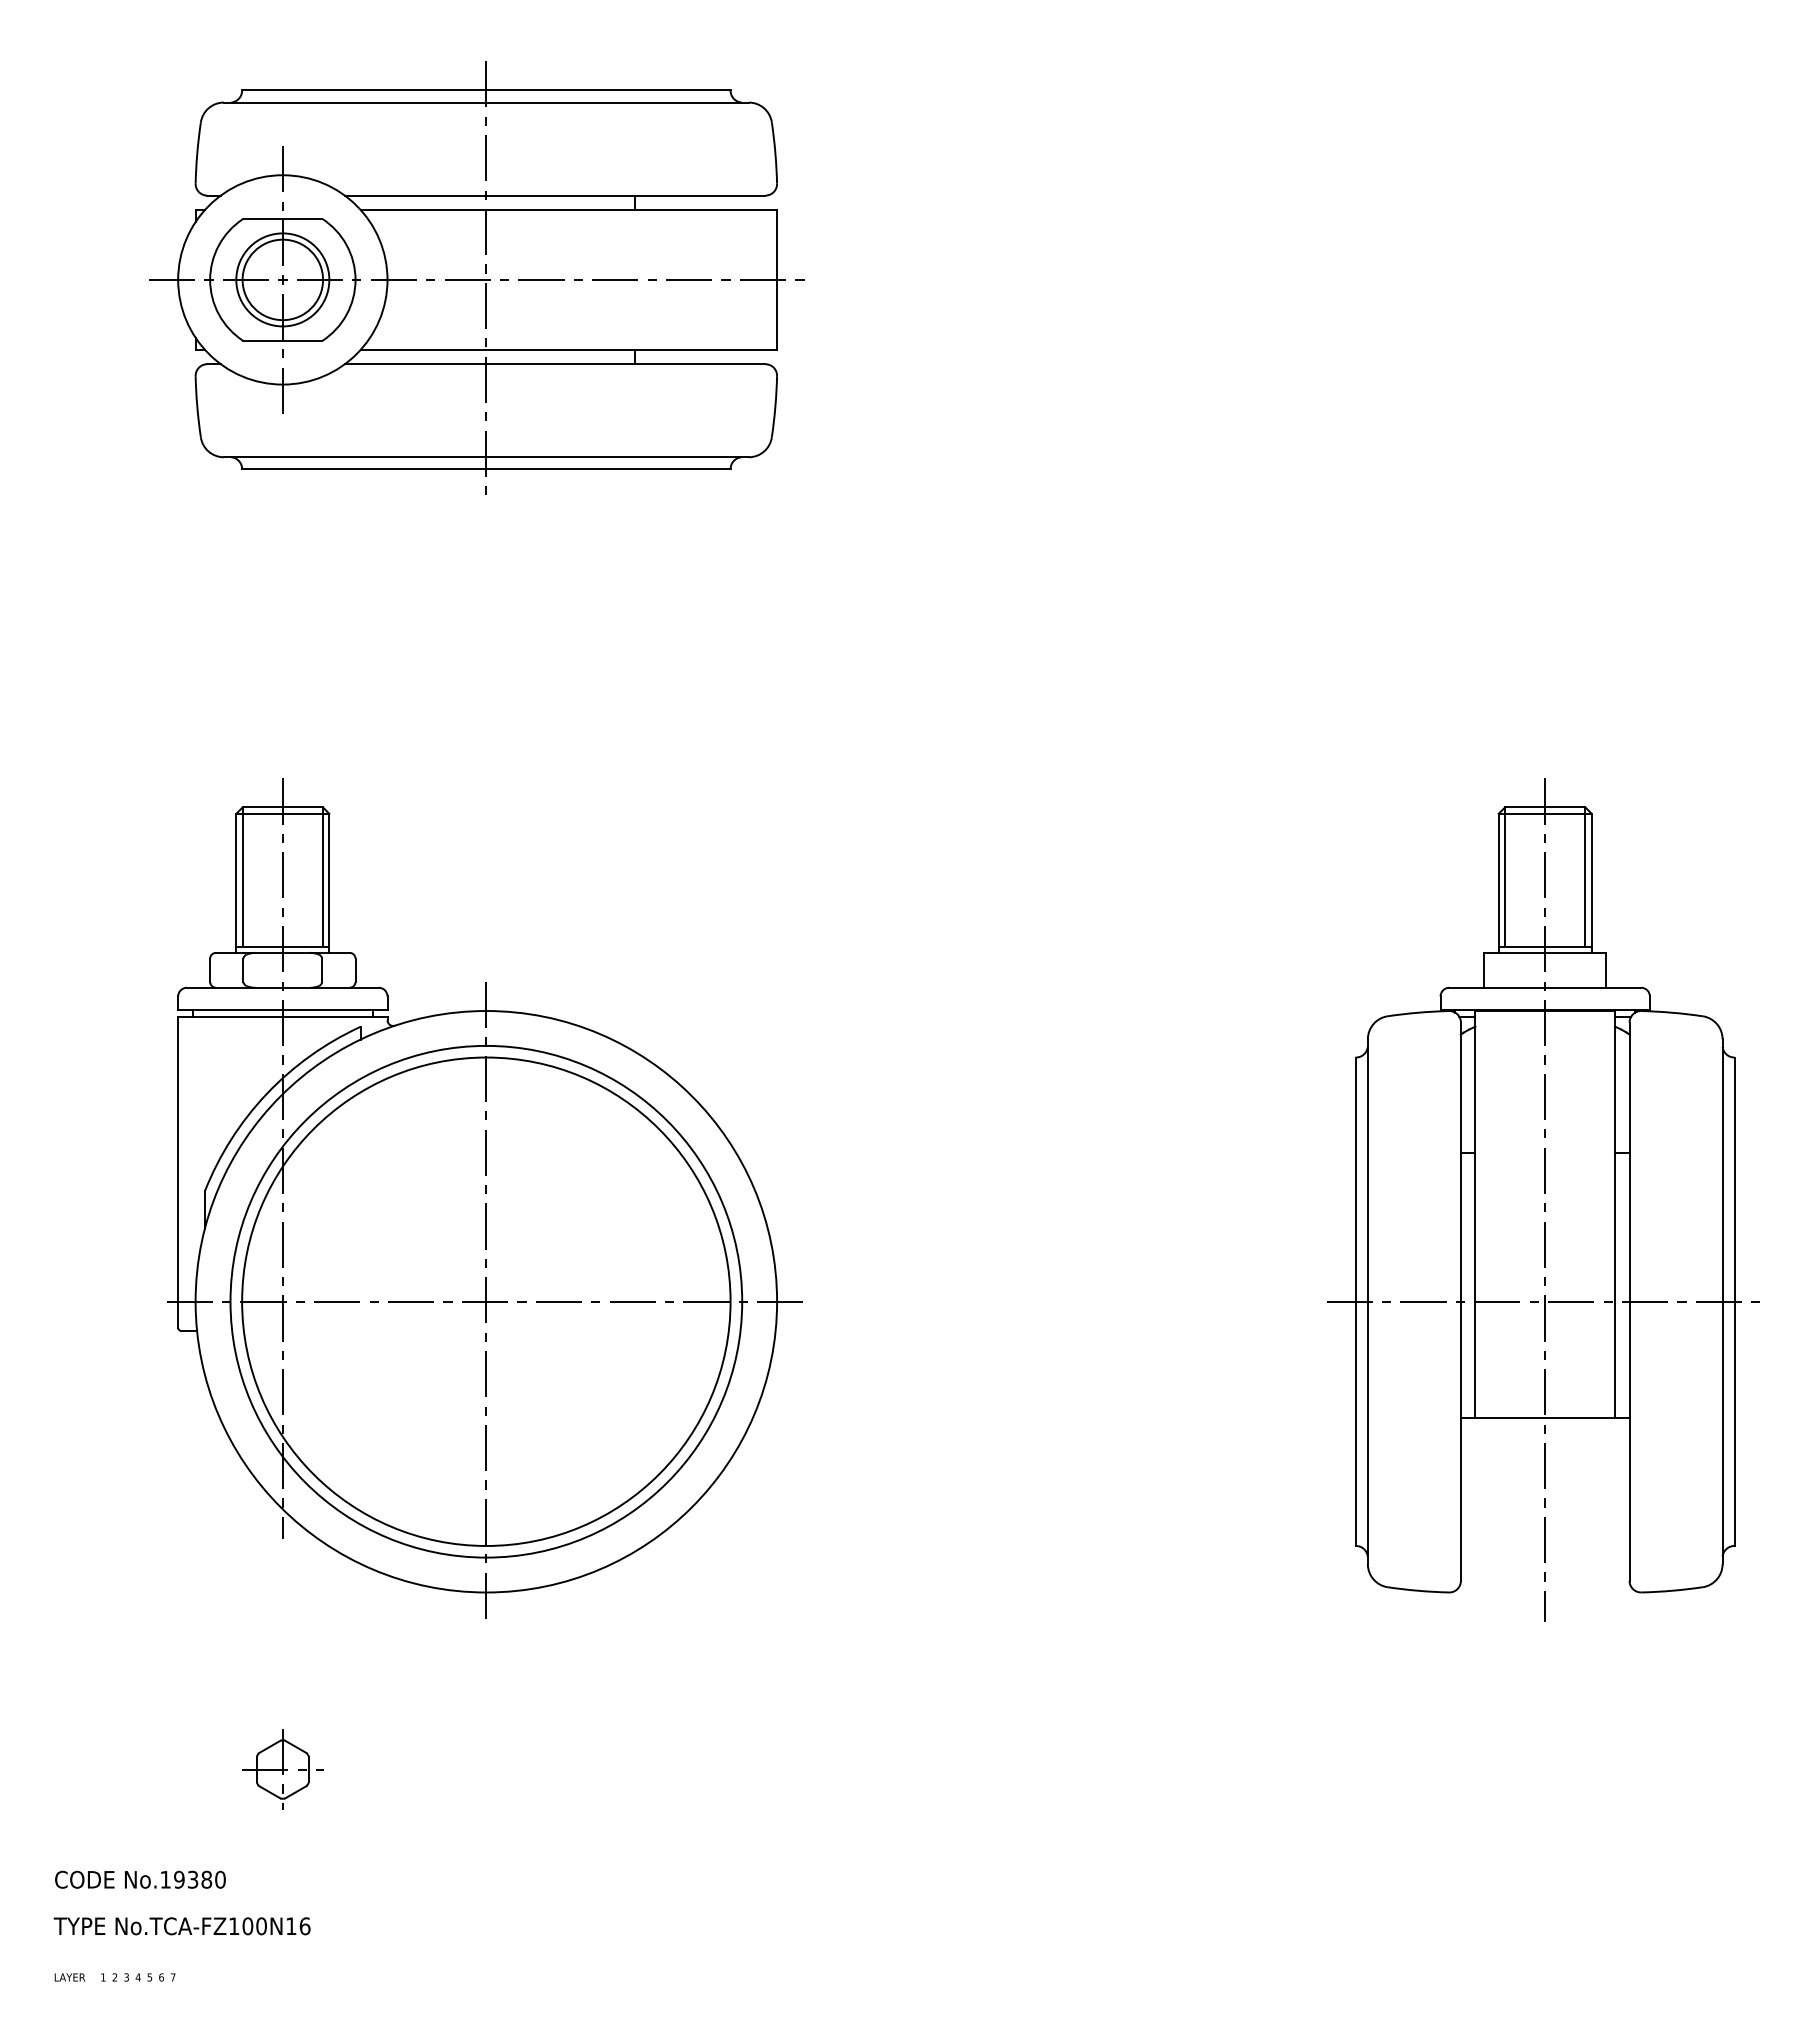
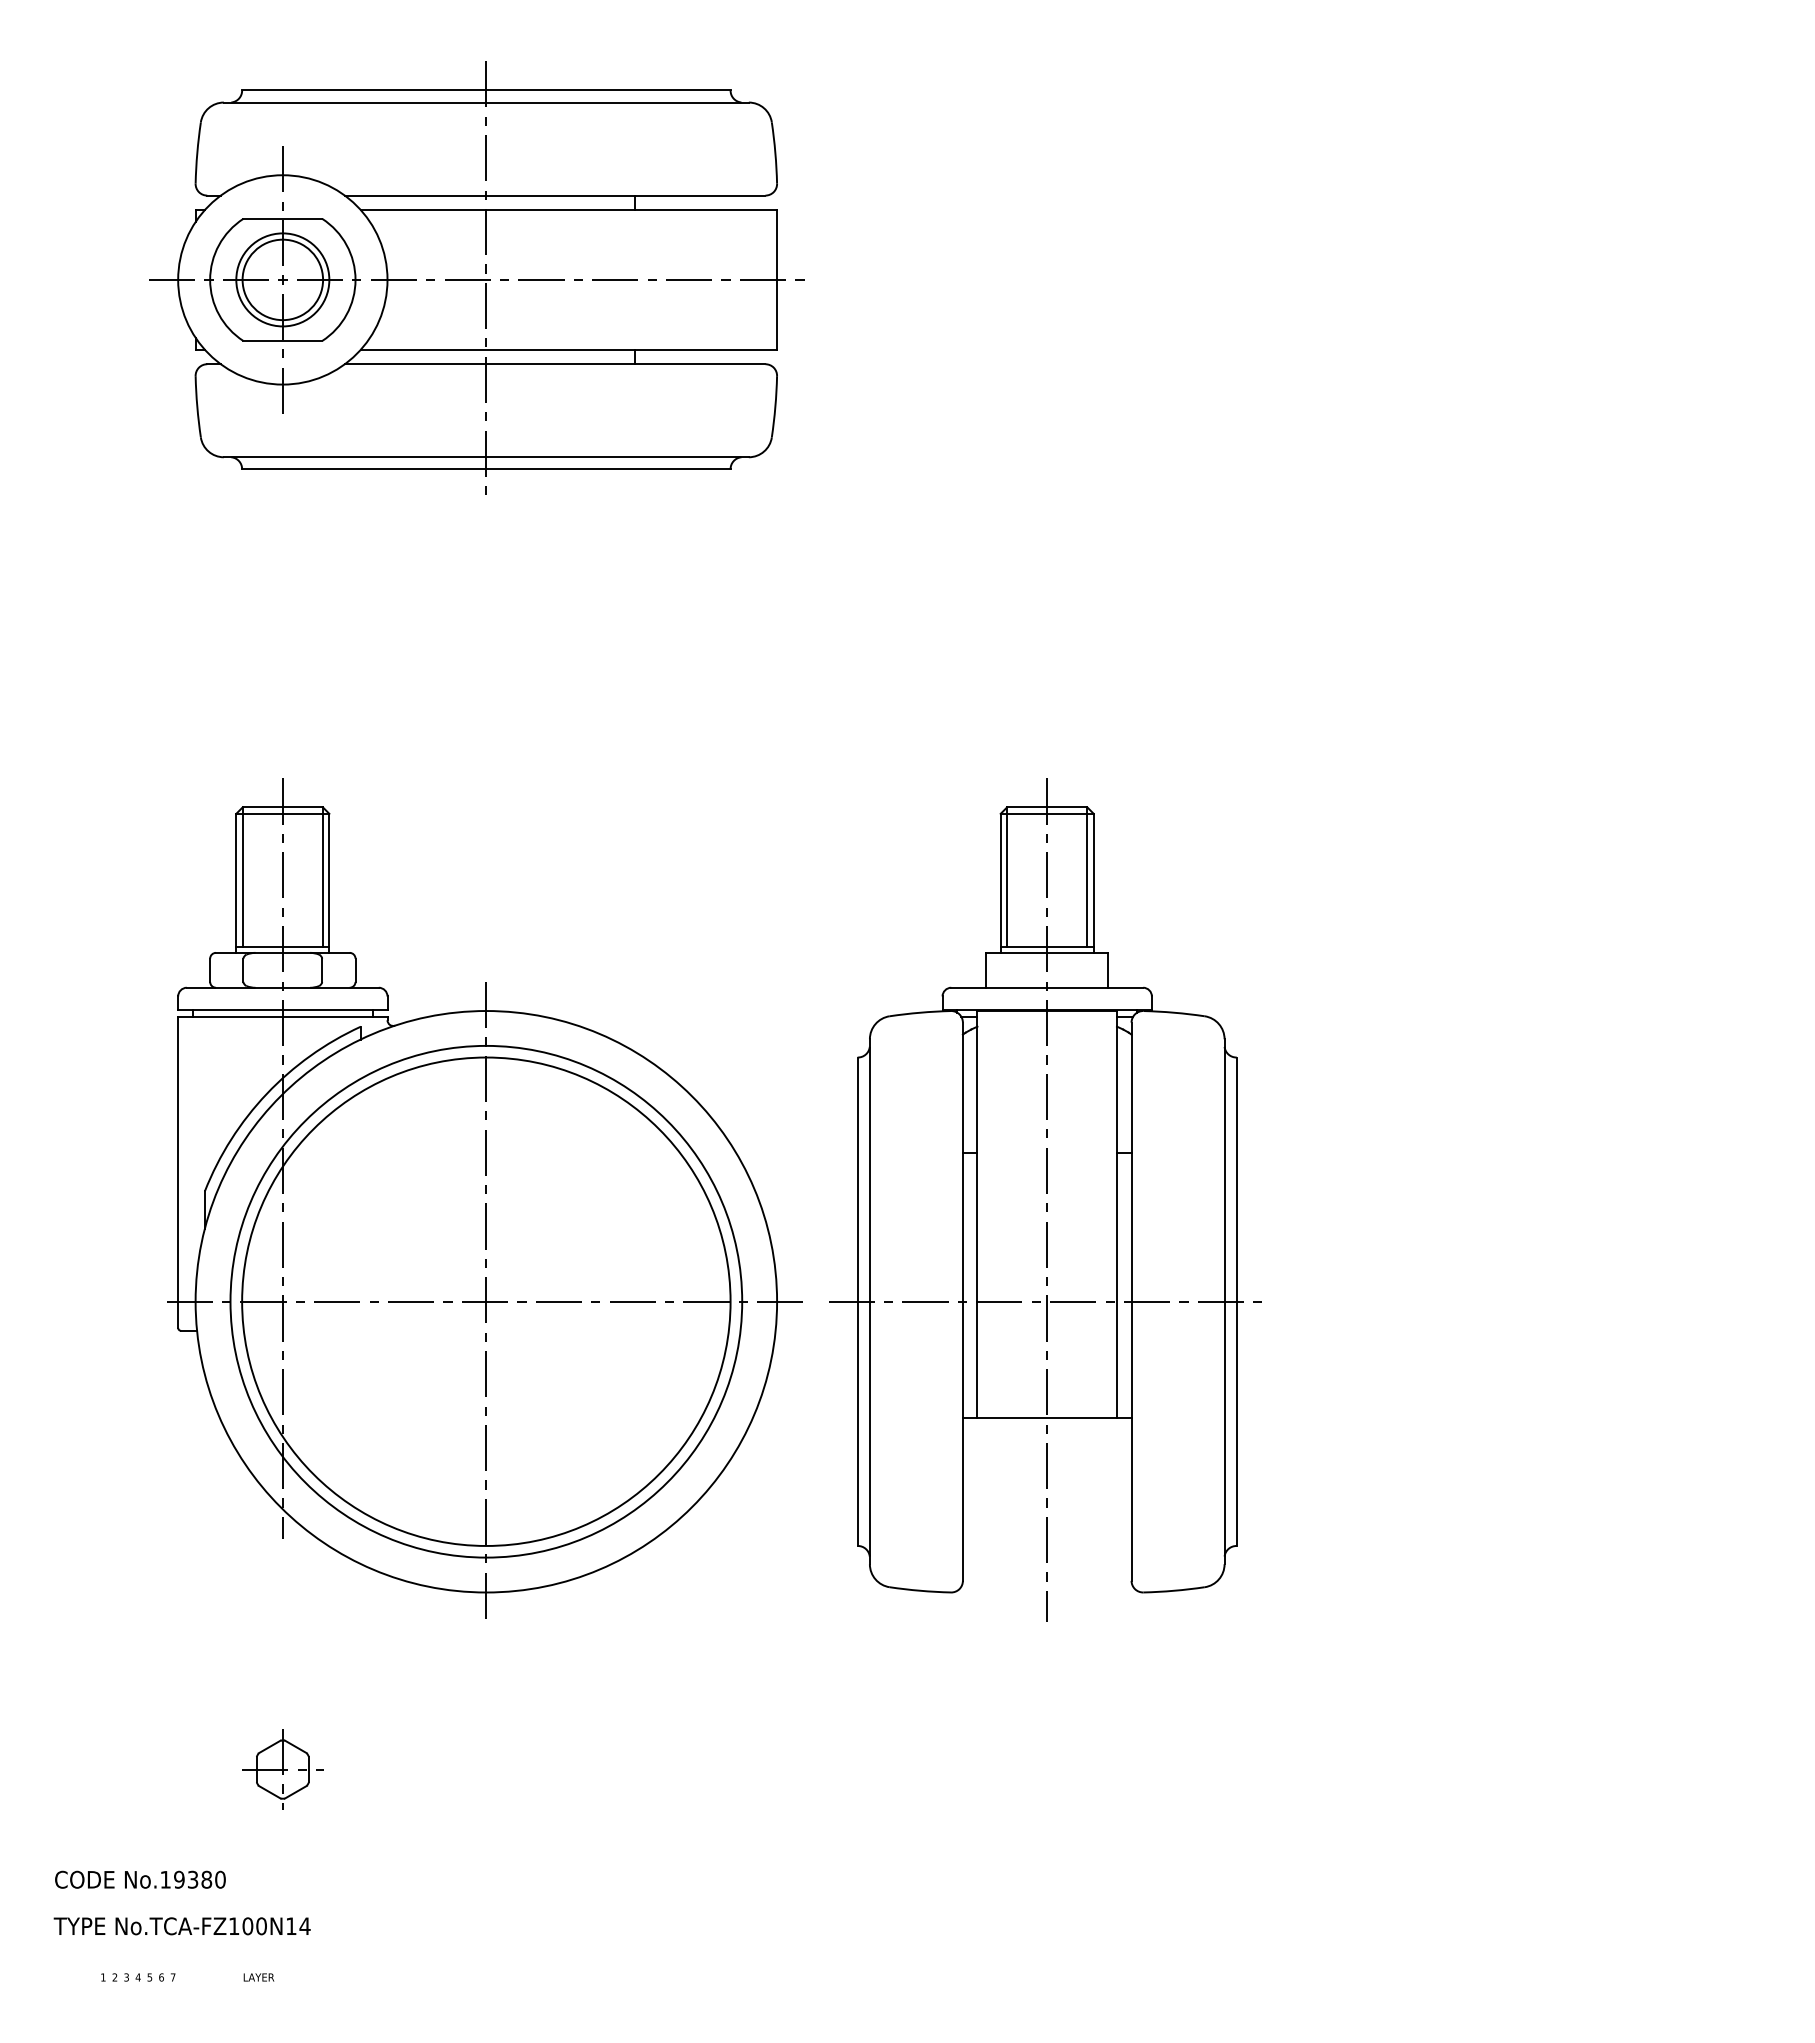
part at (1543, 1199) position: (1543, 1199) -> (1045, 1199)
text at (304, 1926): No.TCA-FZ100N16 -> No.TCA-FZ100N14
text at (69, 1977) position: (69, 1977) -> (258, 1977)
